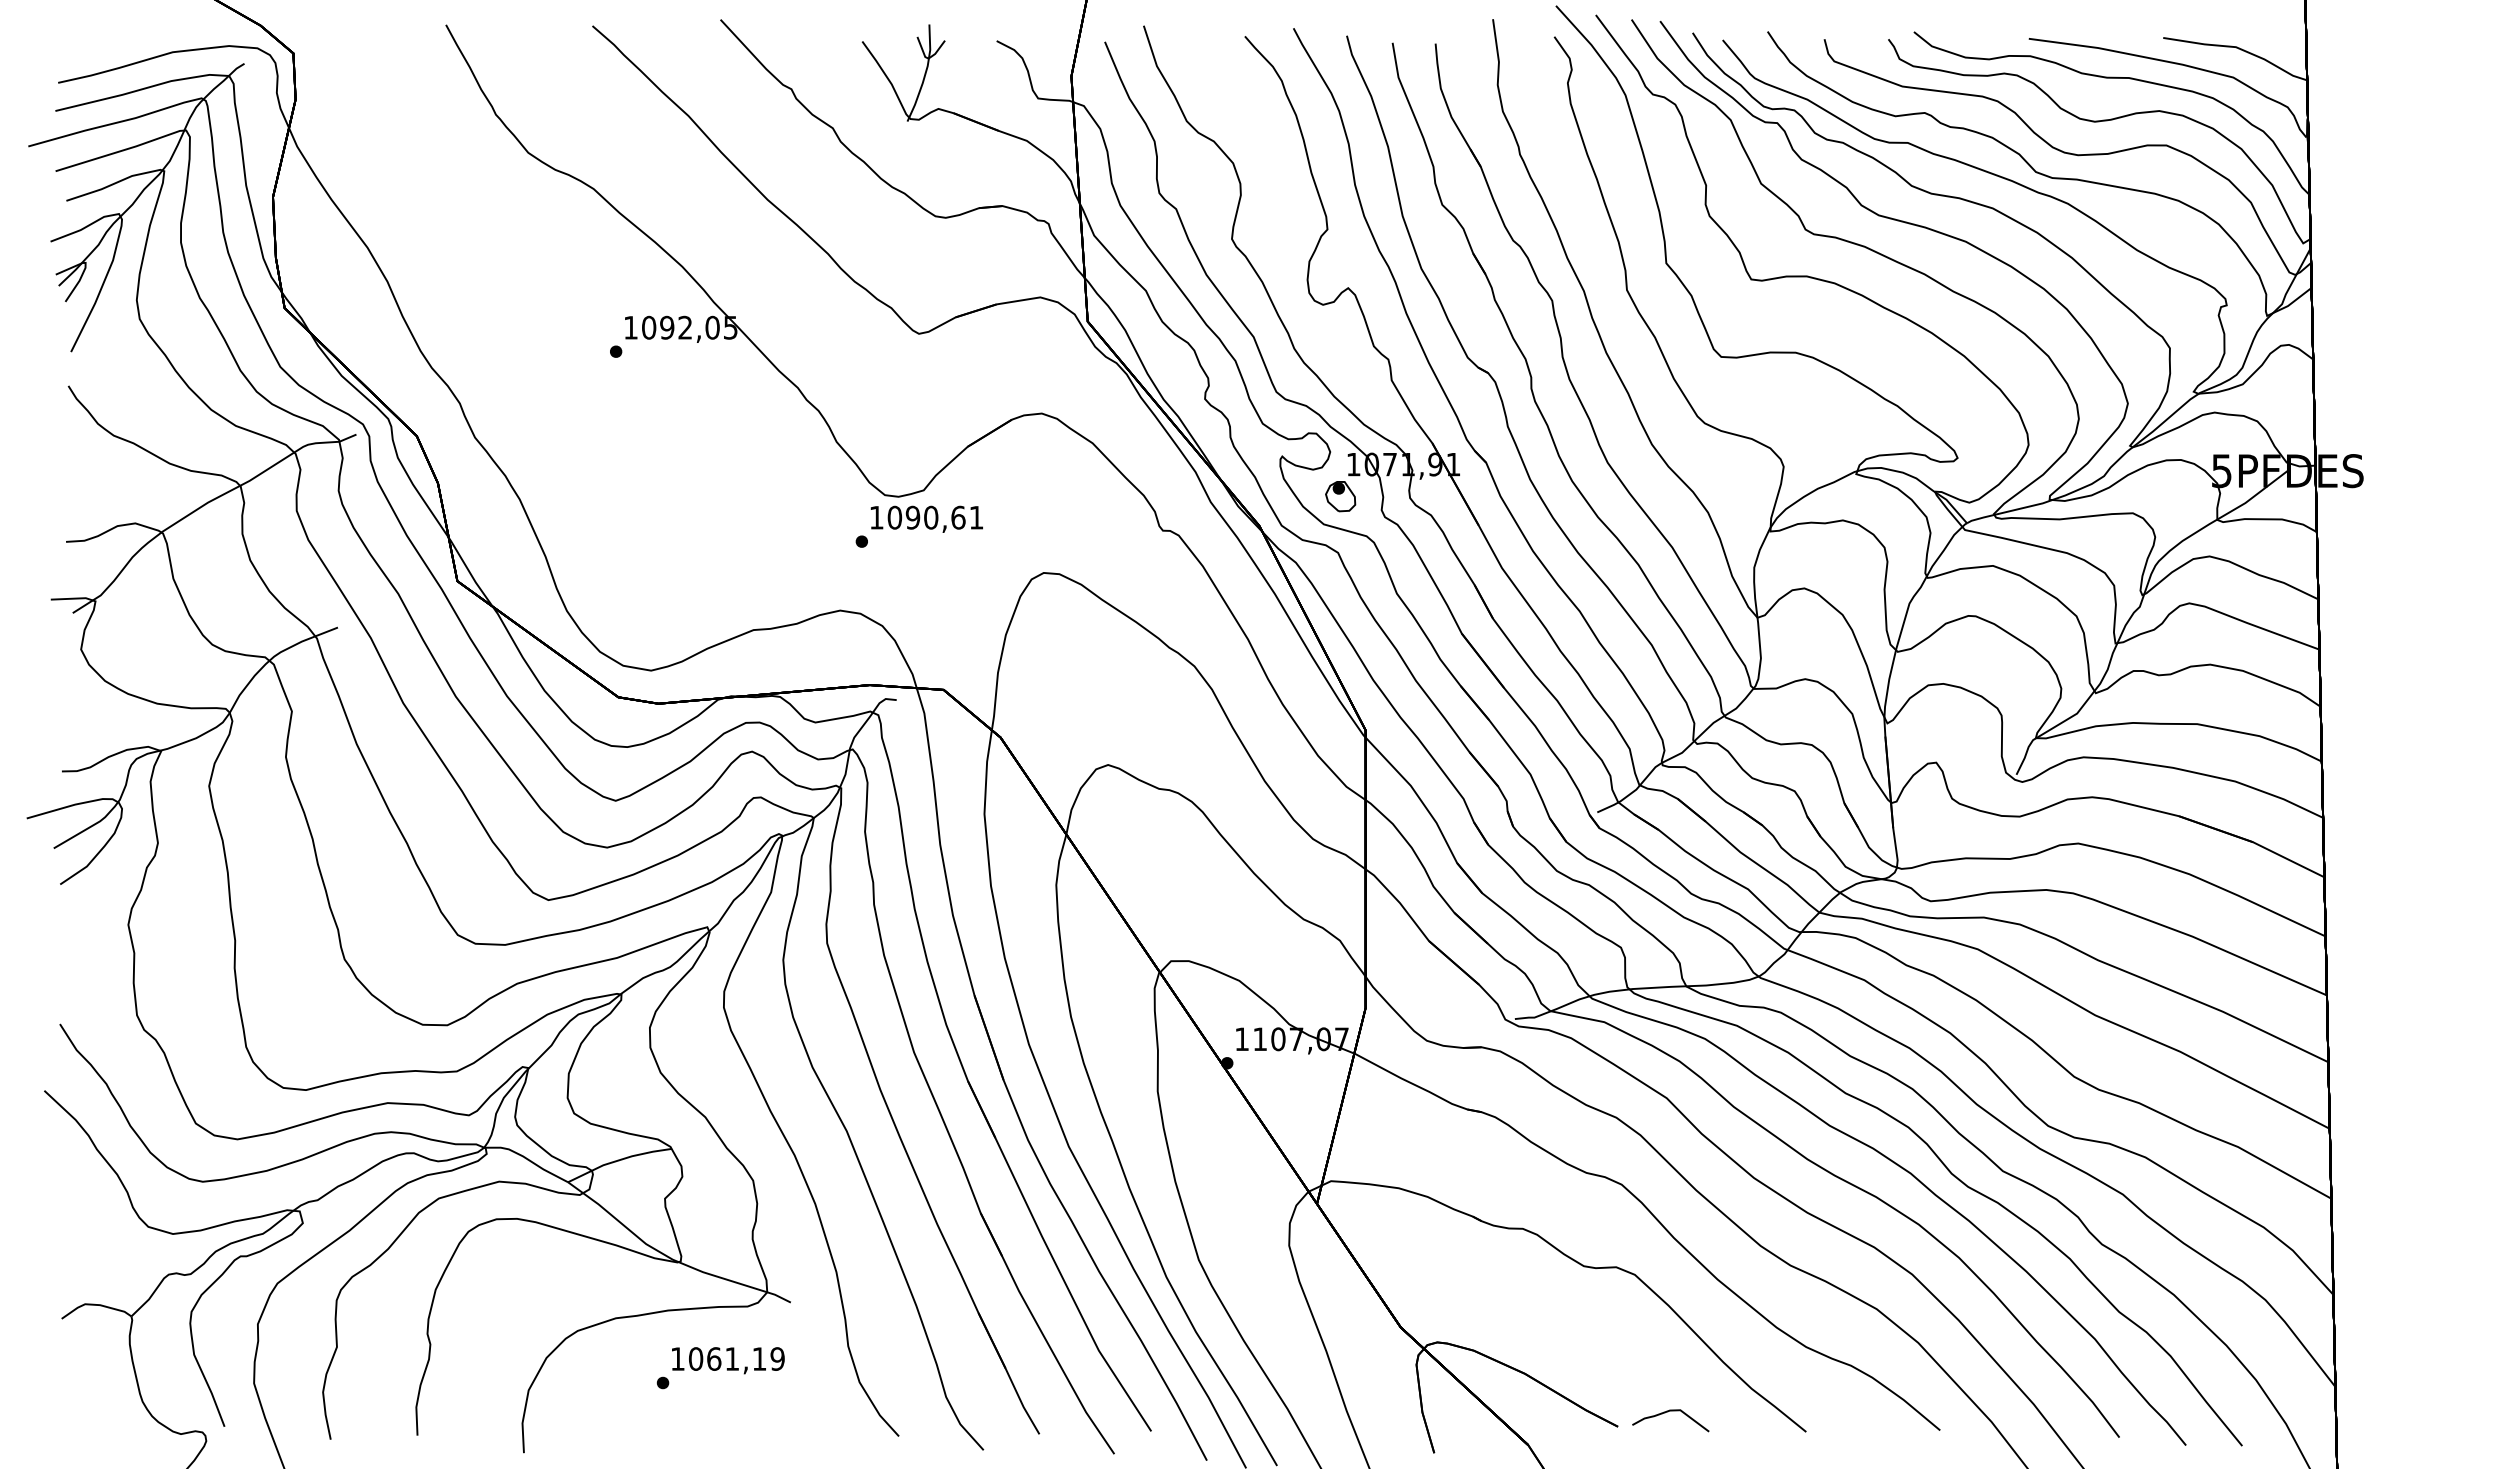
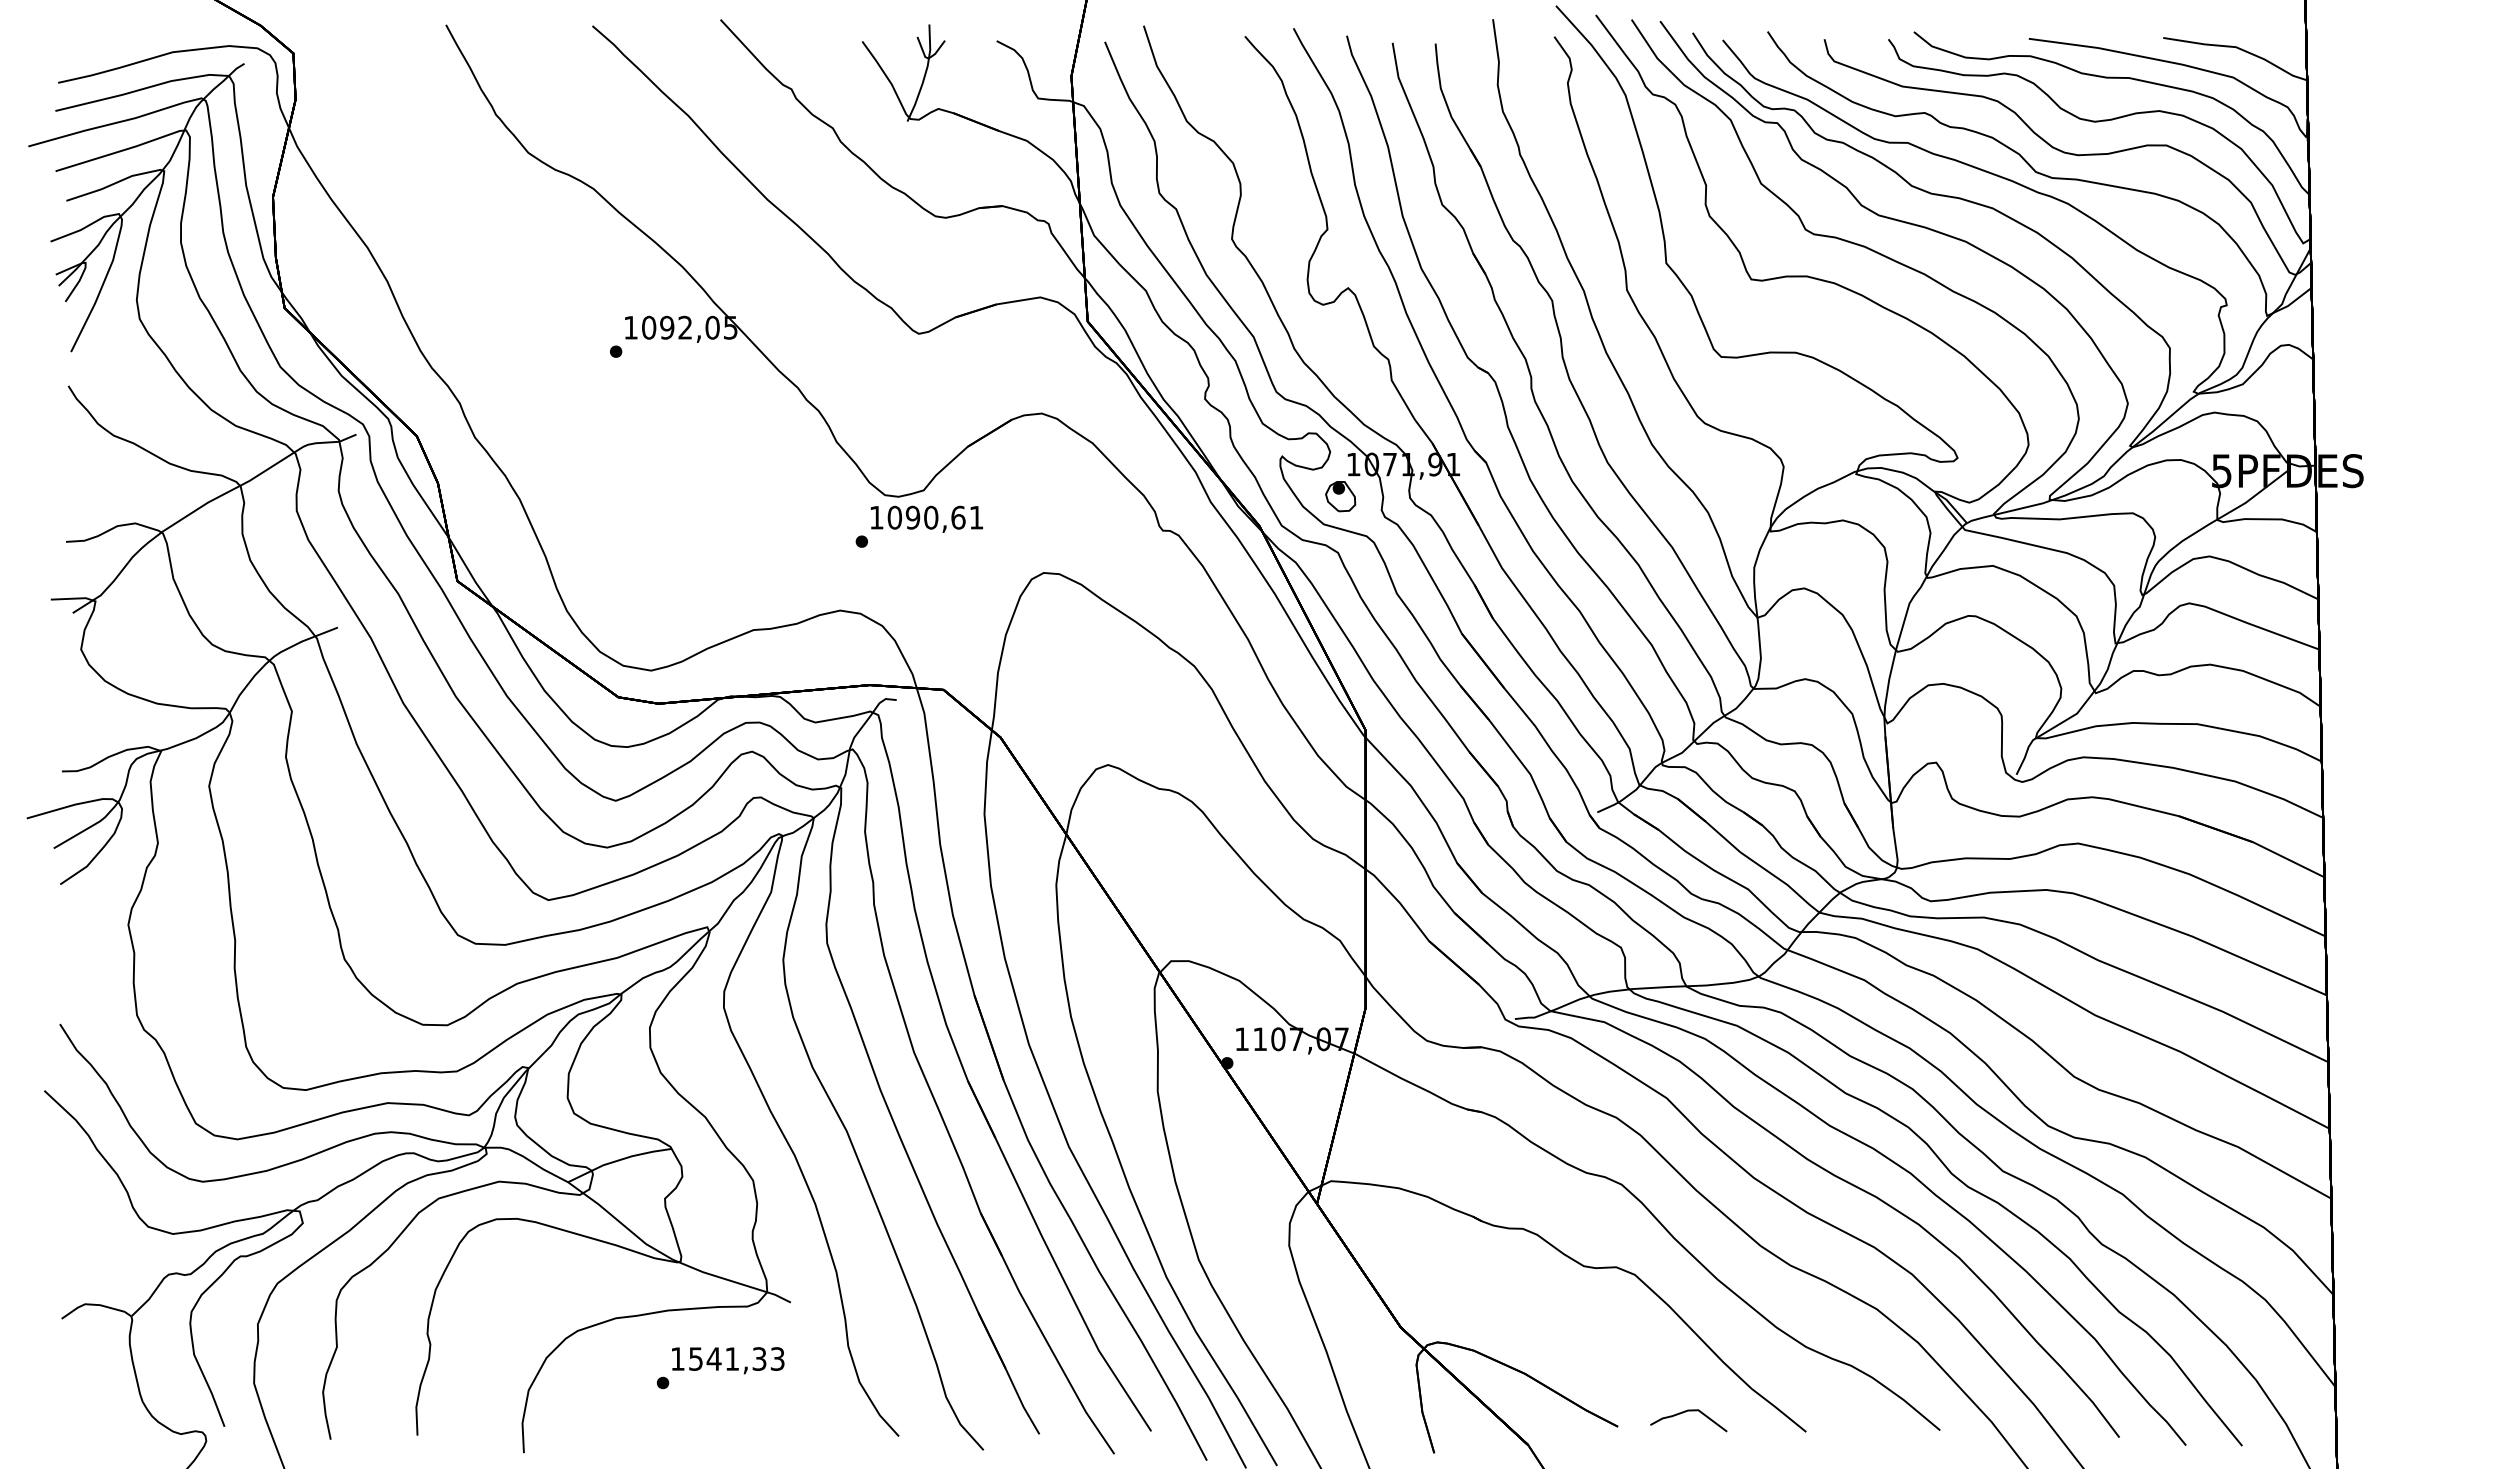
text at (736, 1358): 1061,19 -> 1541,33
curve at (1668, 1412) position: (1668, 1412) -> (1686, 1412)
